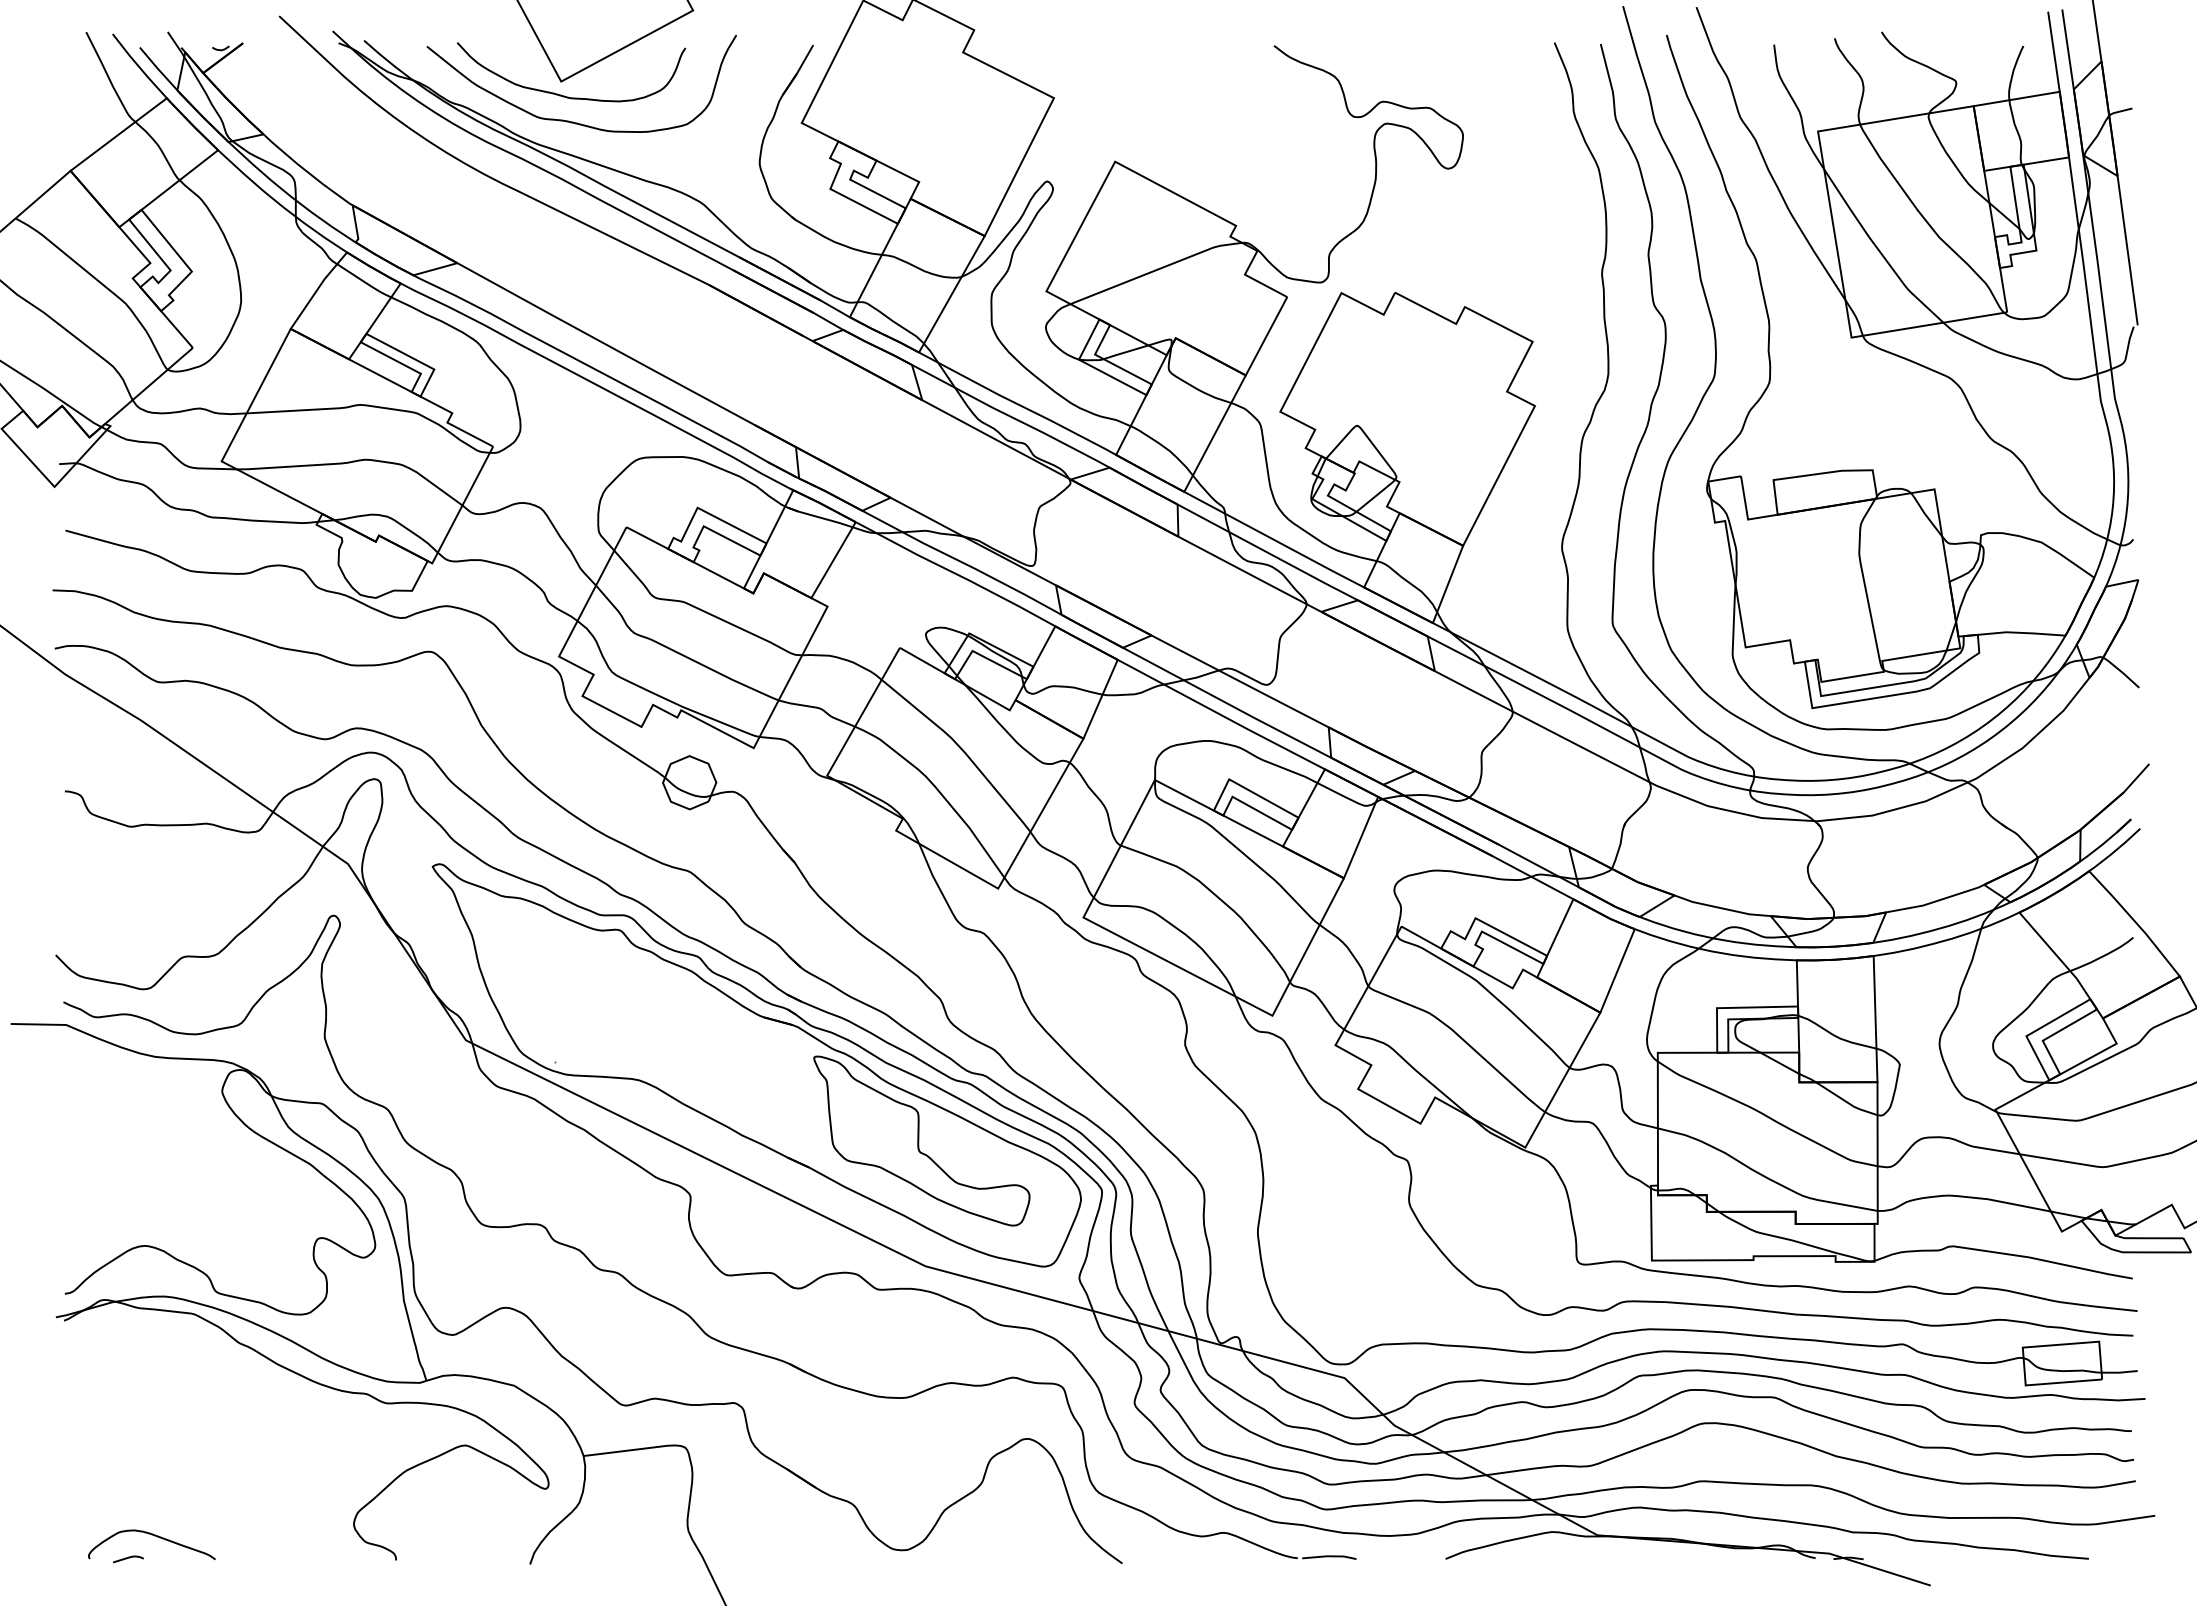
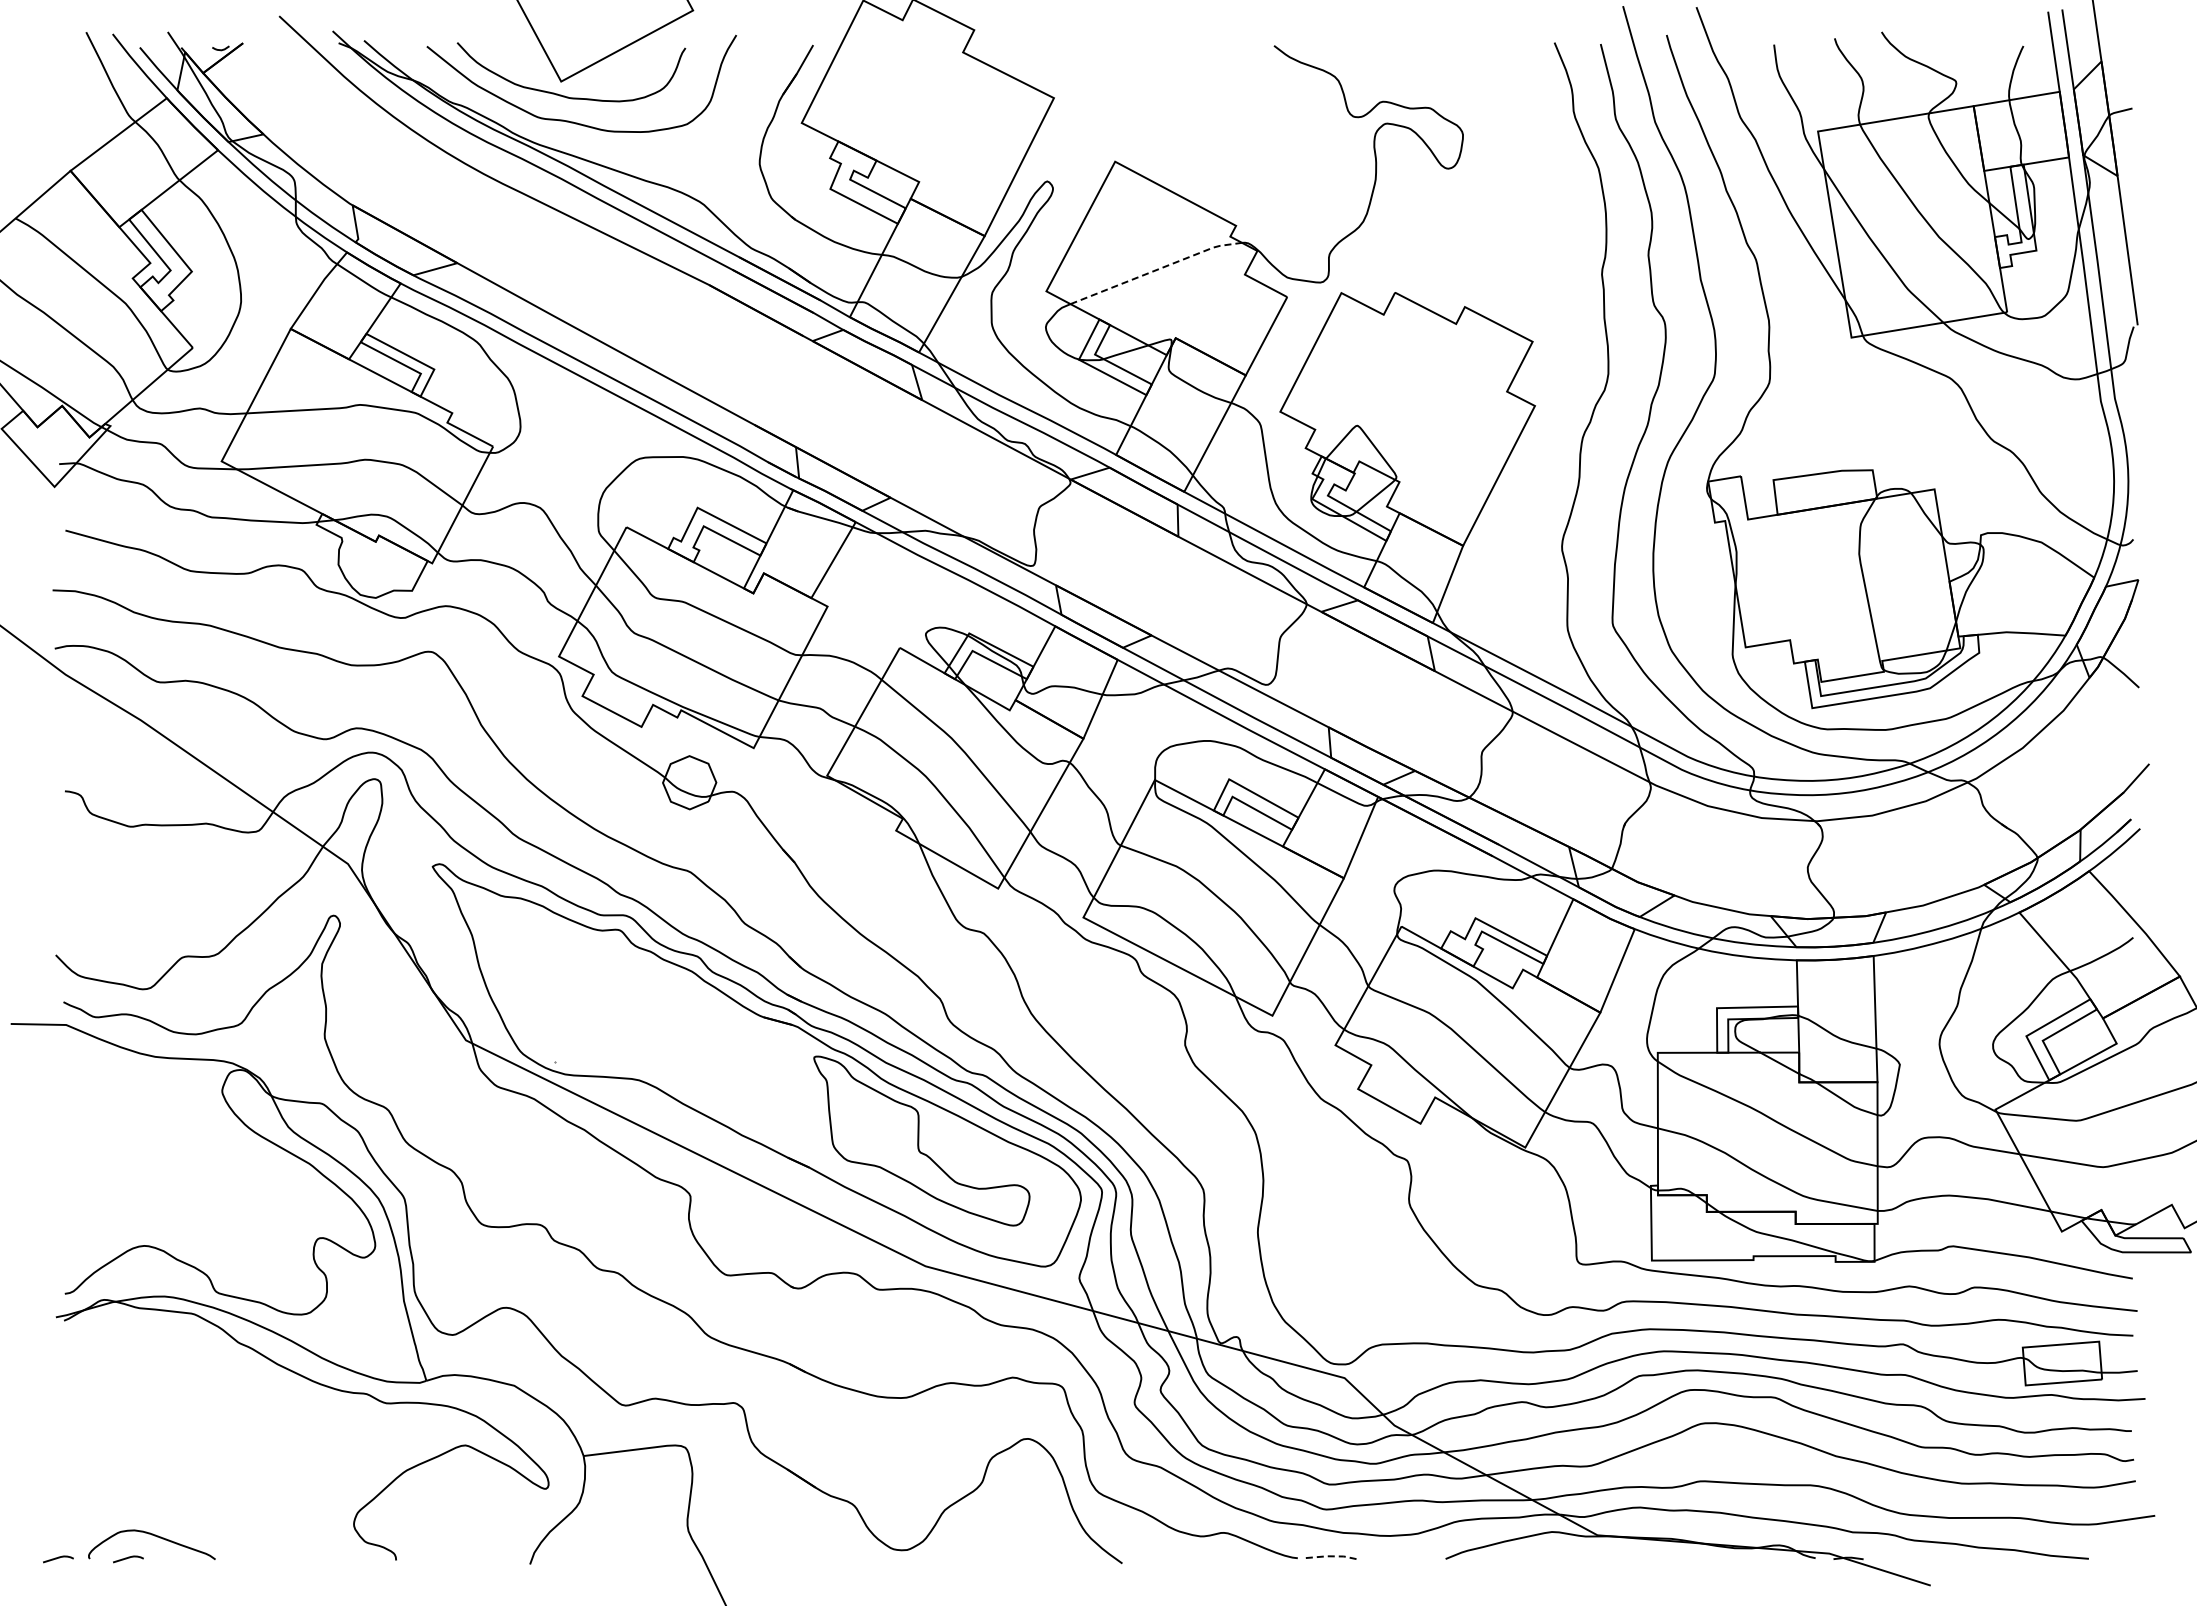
line at (1156, 270): solid -> dashed
line at (1328, 1556): solid -> dashed
curve at (58, 1558): none -> present
